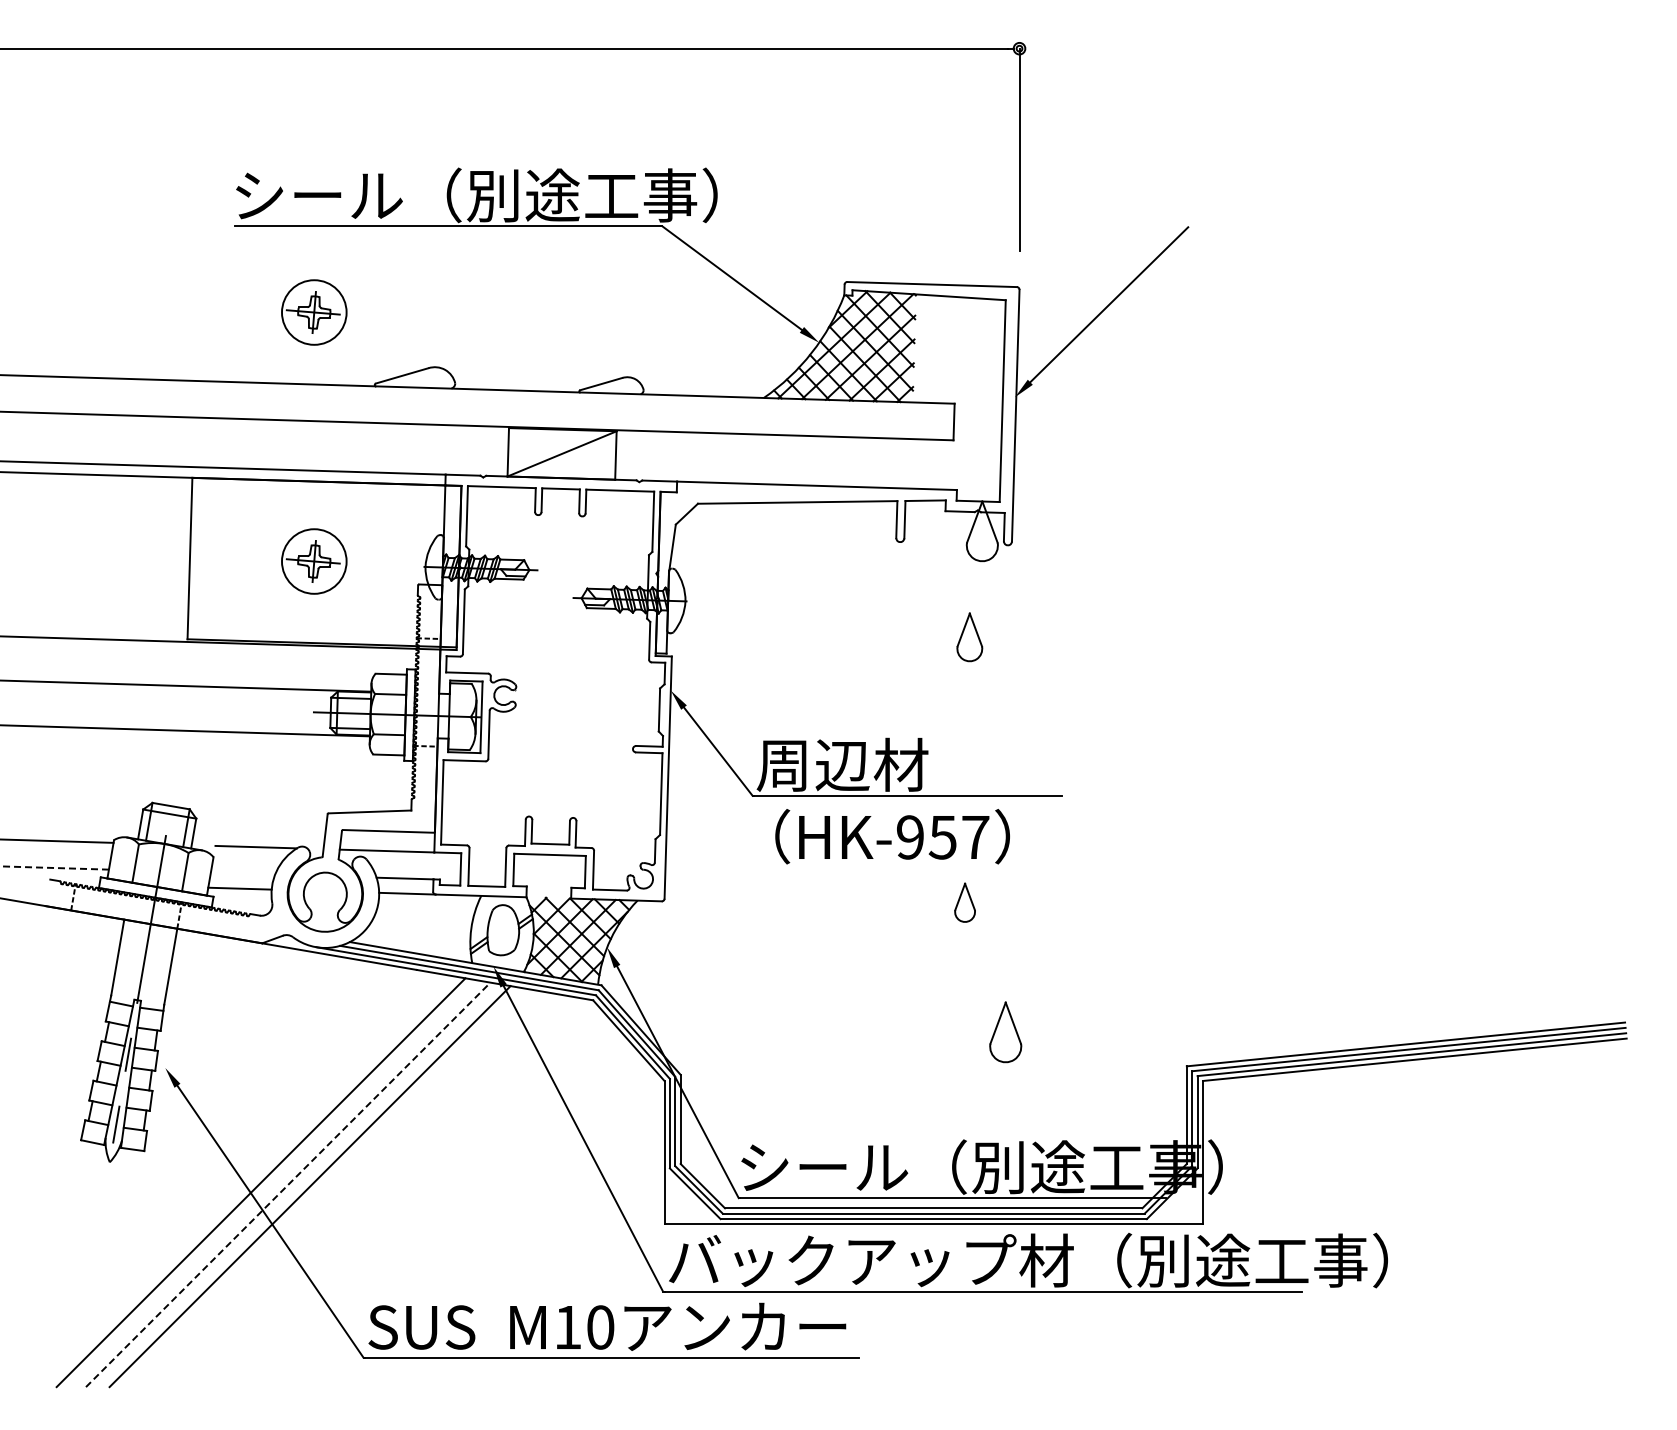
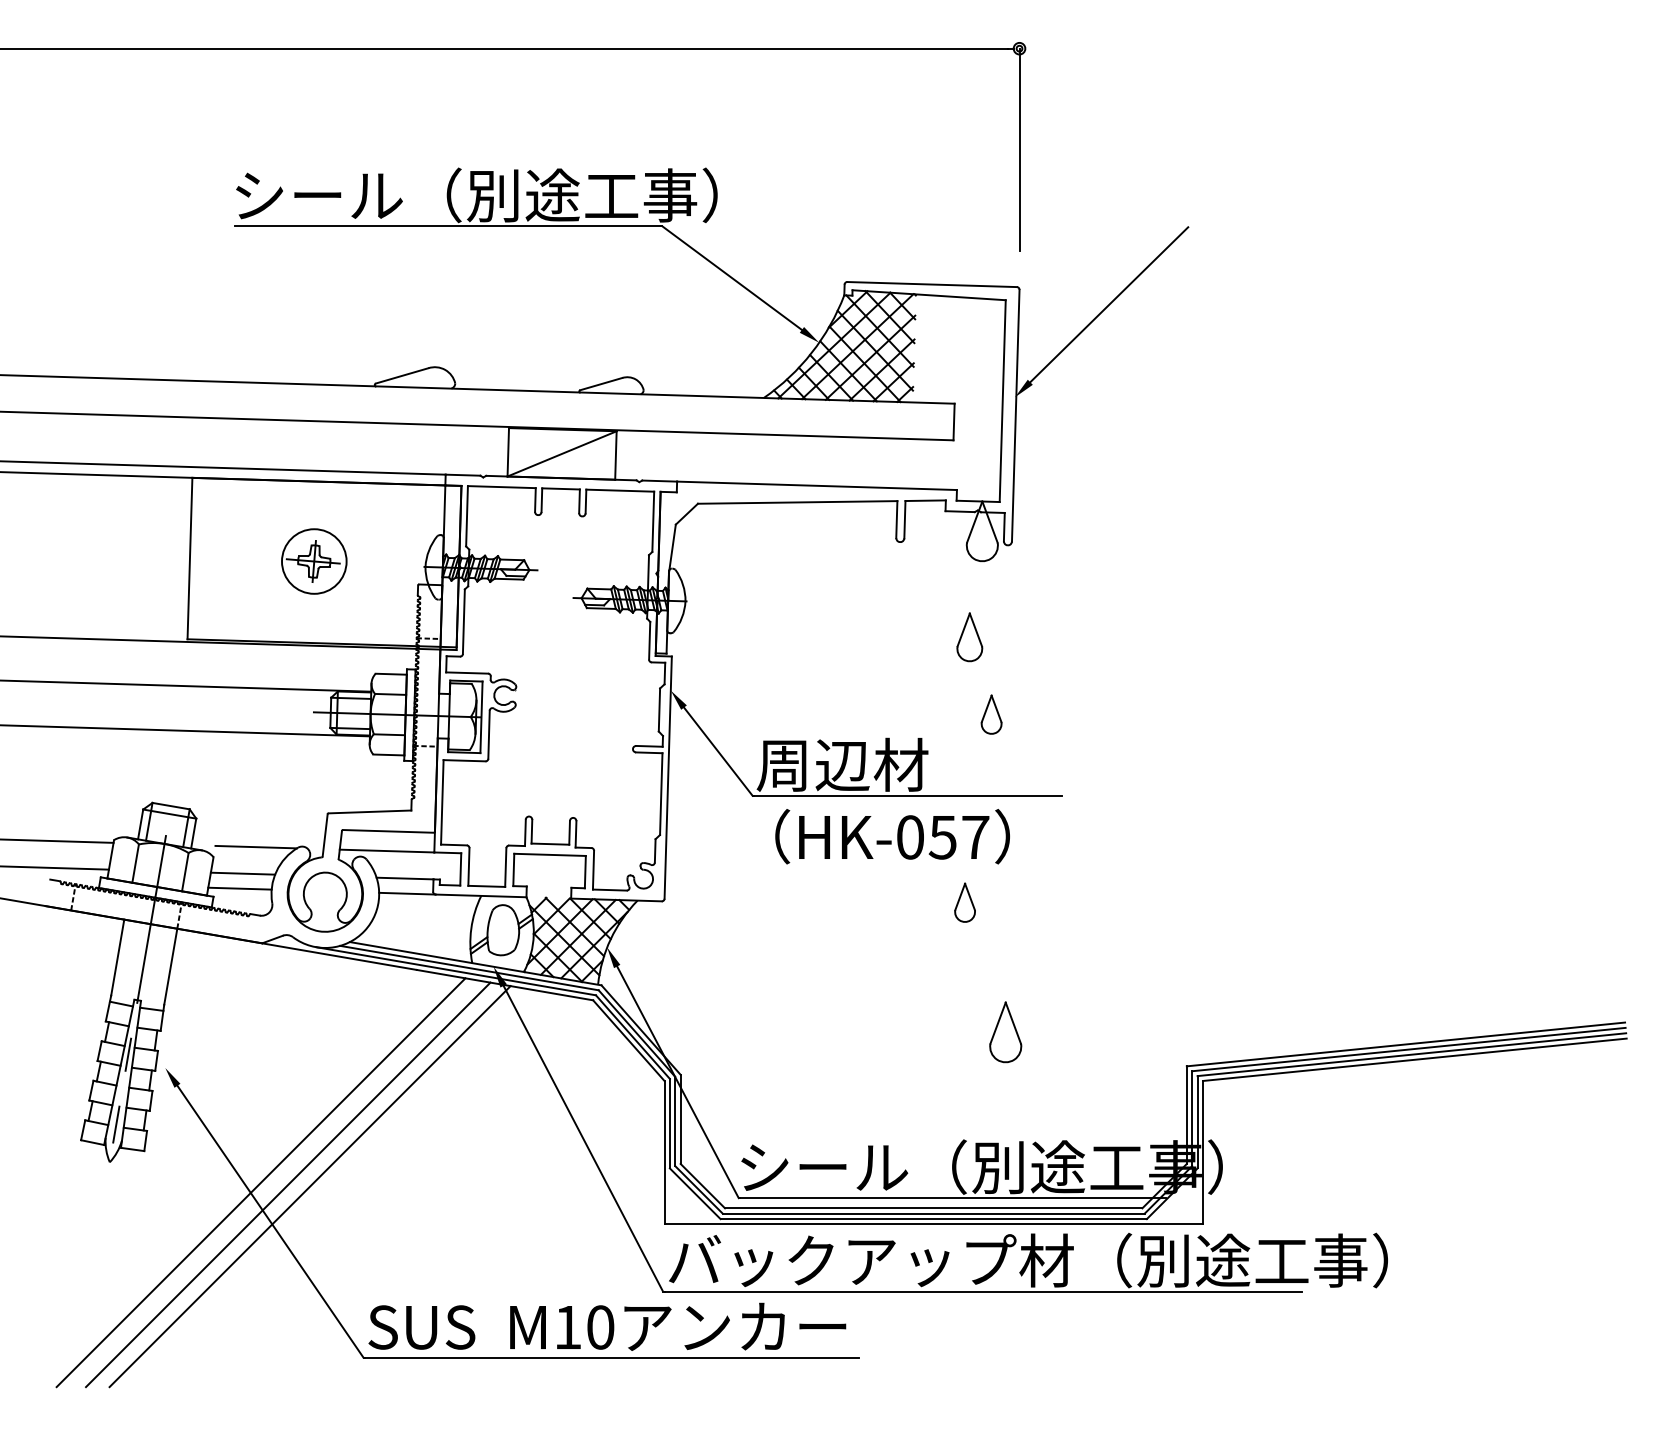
part at (314, 312): present -> none
part at (991, 714): none -> present
text at (910, 837): HK-957 -> HK-057
line at (54, 868): dashed -> solid
line at (242, 873): none -> present
line at (288, 1184): dashed -> solid
